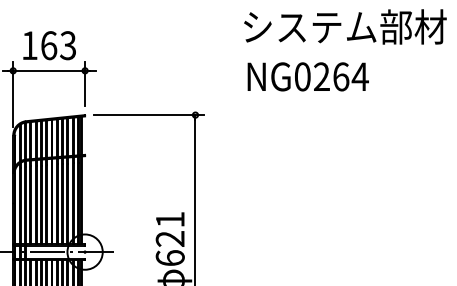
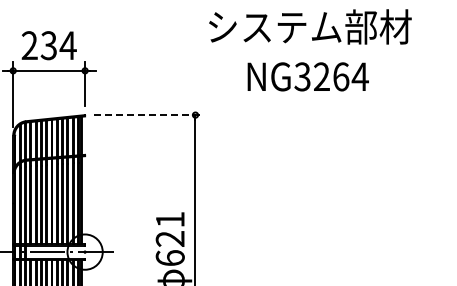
text at (345, 26) position: (345, 26) -> (310, 26)
text at (48, 45): 163 -> 234
text at (302, 76): NG0264 -> NG3264
line at (149, 115): solid -> dashed
